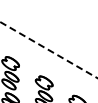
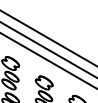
line at (48, 37): none -> present
line at (48, 50): dashed -> solid
line at (48, 60): none -> present
